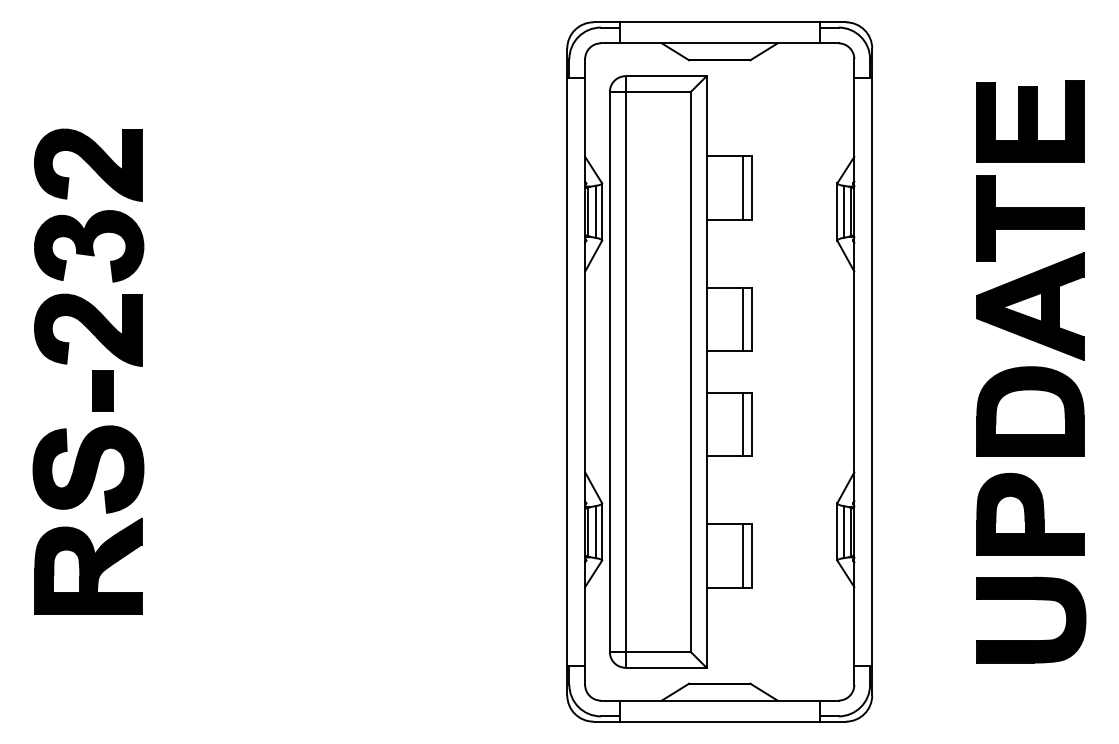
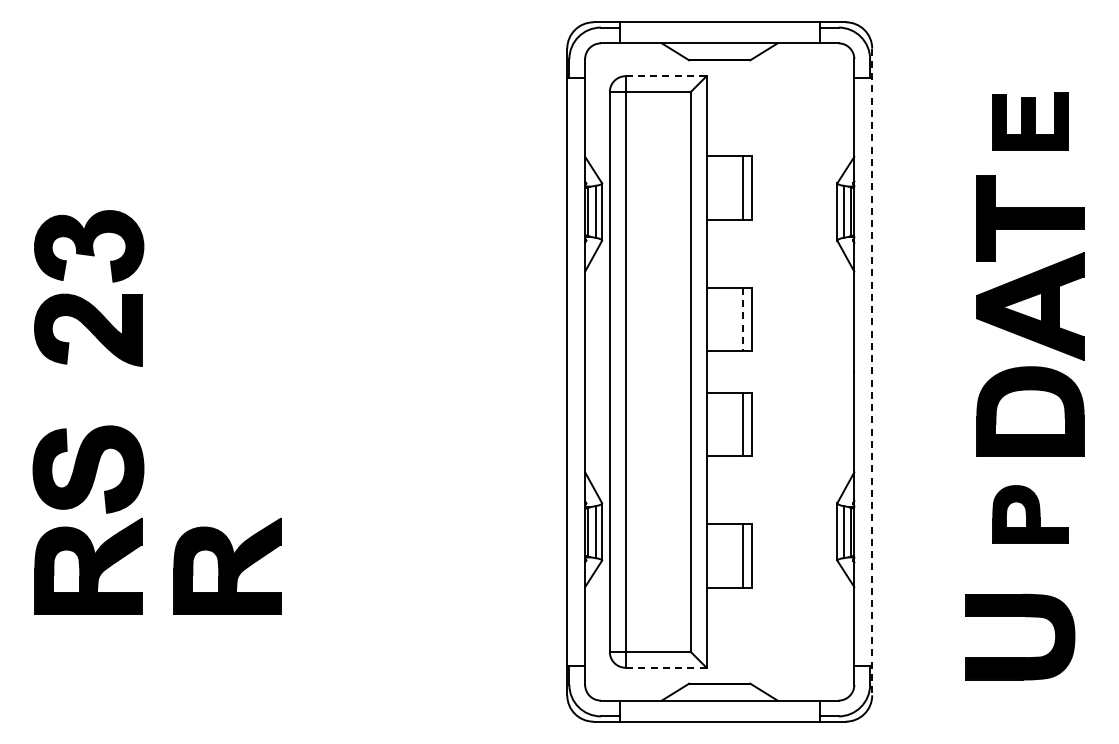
line at (666, 76): solid -> dashed
part at (1030, 121) size: 109x83 px -> 77x59 px
part at (88, 164): present -> none
line at (742, 319): solid -> dashed
line at (872, 372): solid -> dashed
part at (102, 390): present -> none
part at (1030, 514) size: 109x83 px -> 77x59 px
part at (227, 565): none -> present
part at (1036, 600) position: (1036, 600) -> (1025, 617)
line at (665, 667): solid -> dashed
